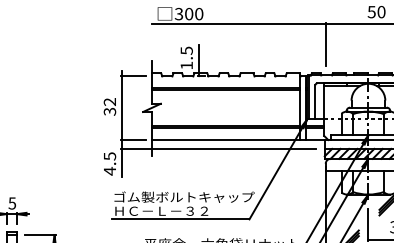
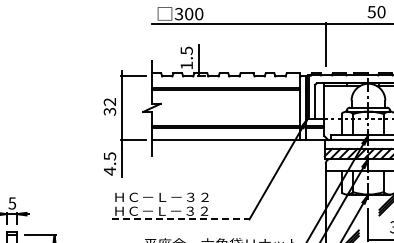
line at (218, 148): present -> none
text at (184, 196): ゴム製ボルトキャップ -> ＨＣ－Ｌ－３２
line at (180, 219): solid -> dashed
